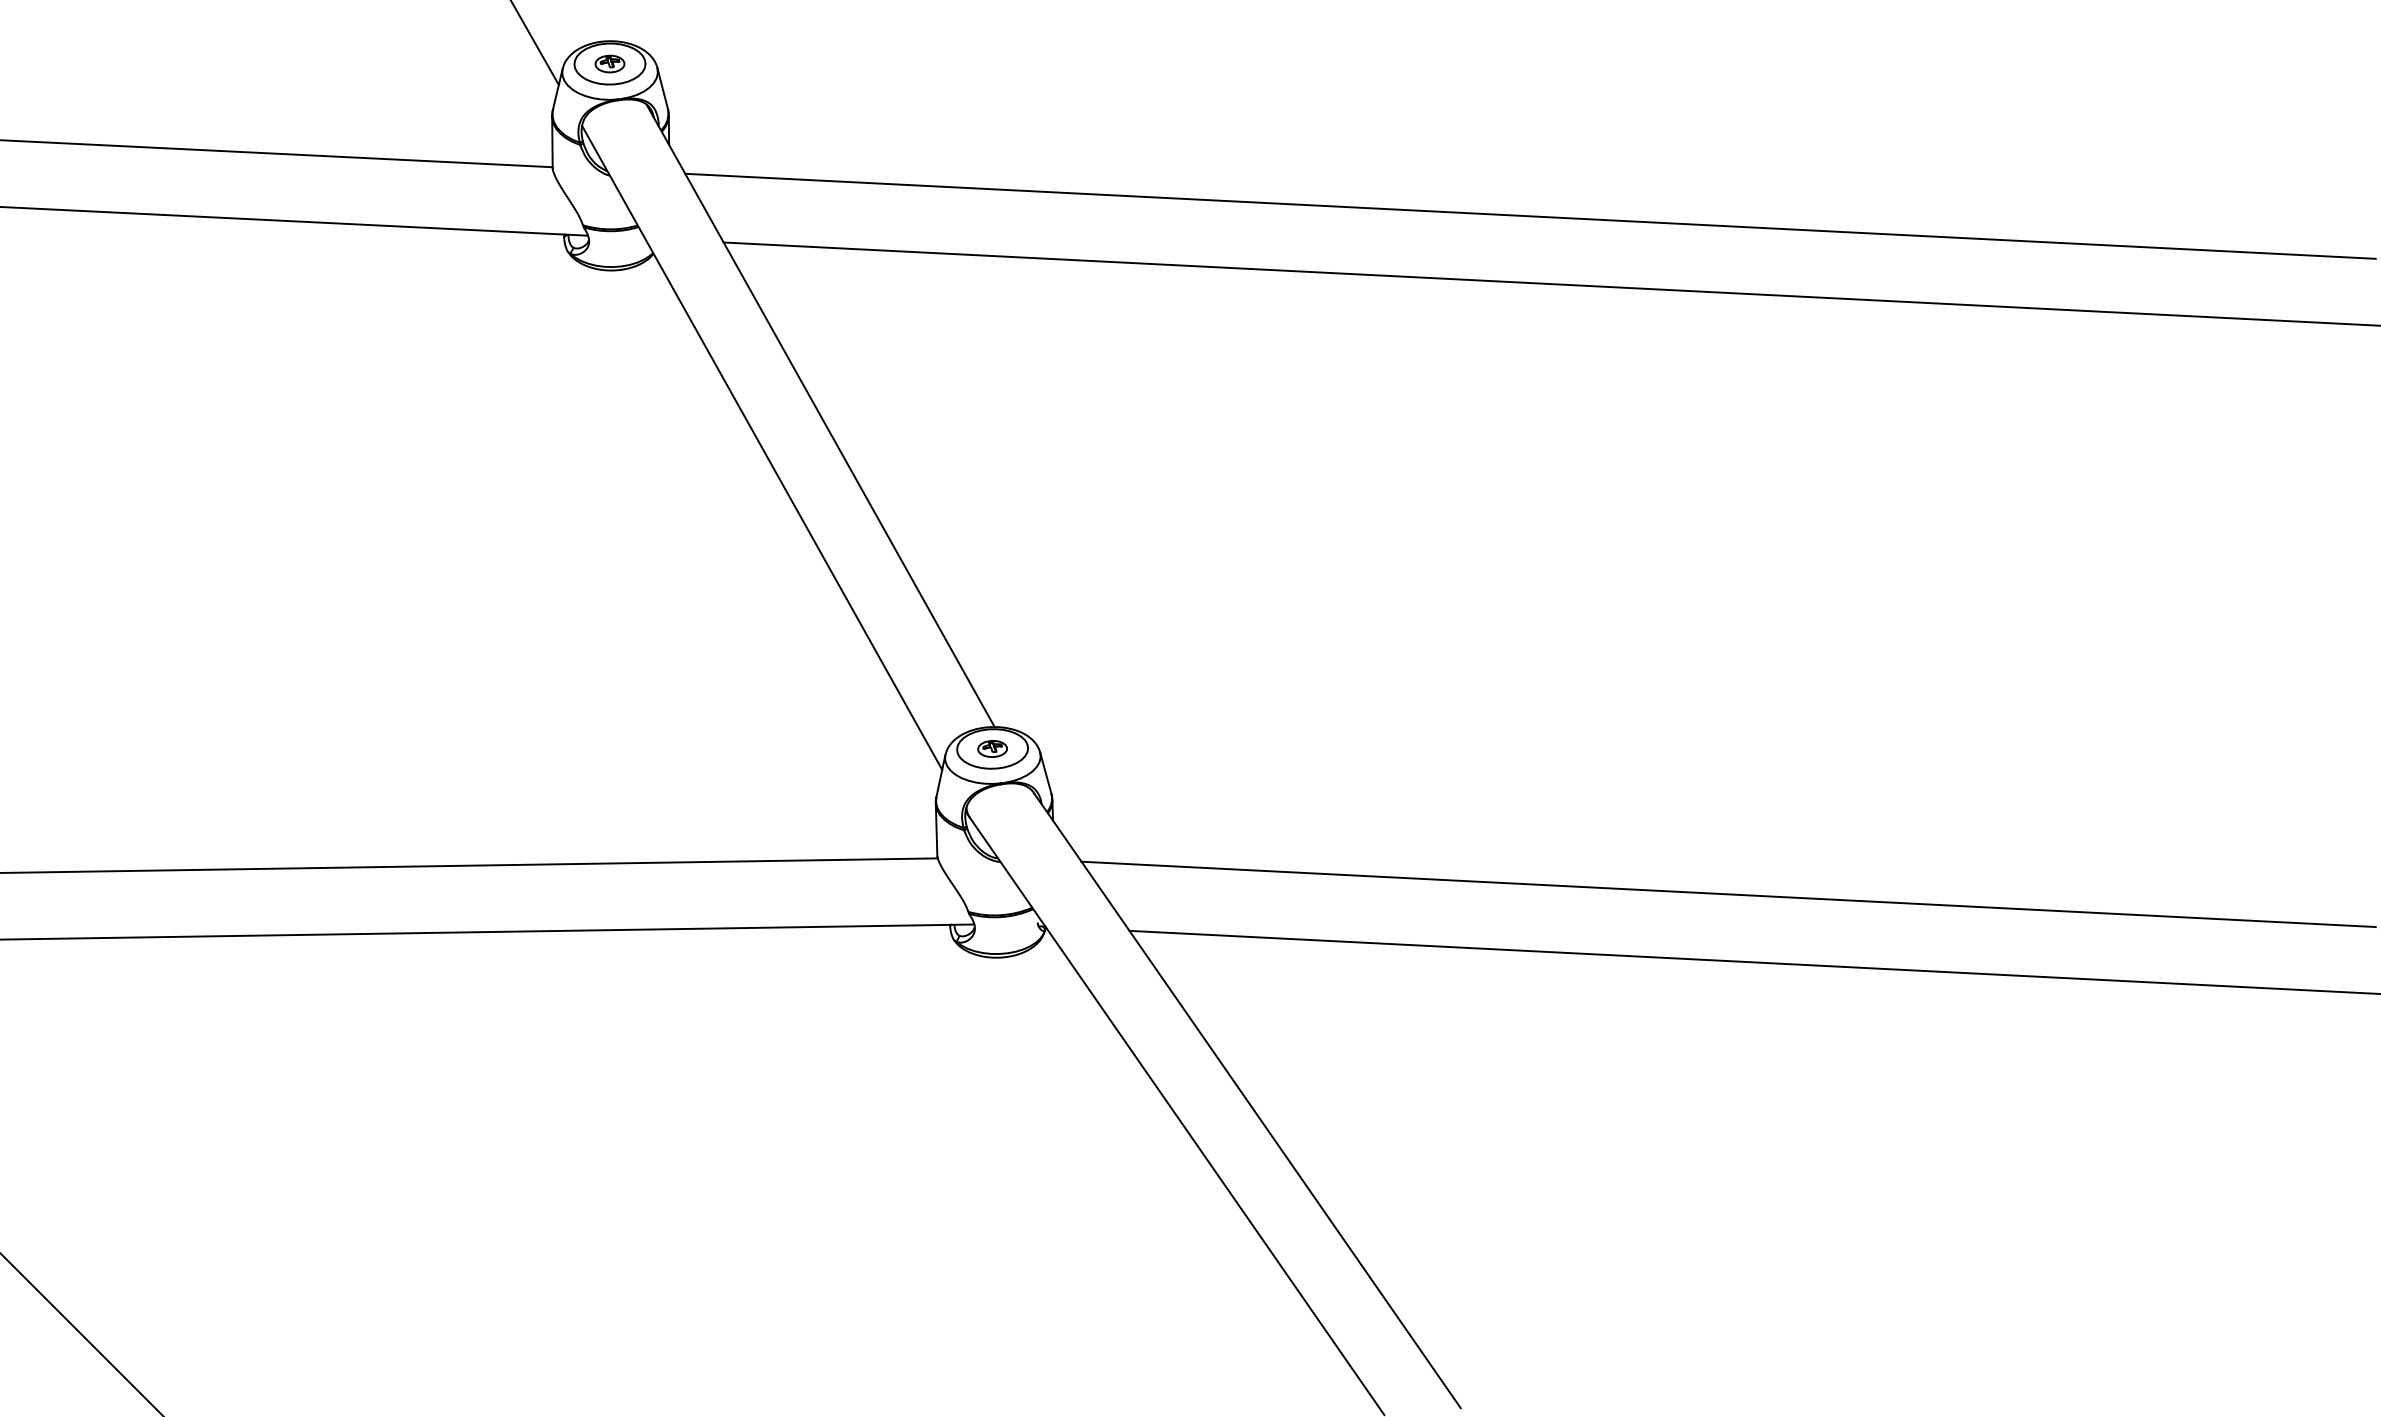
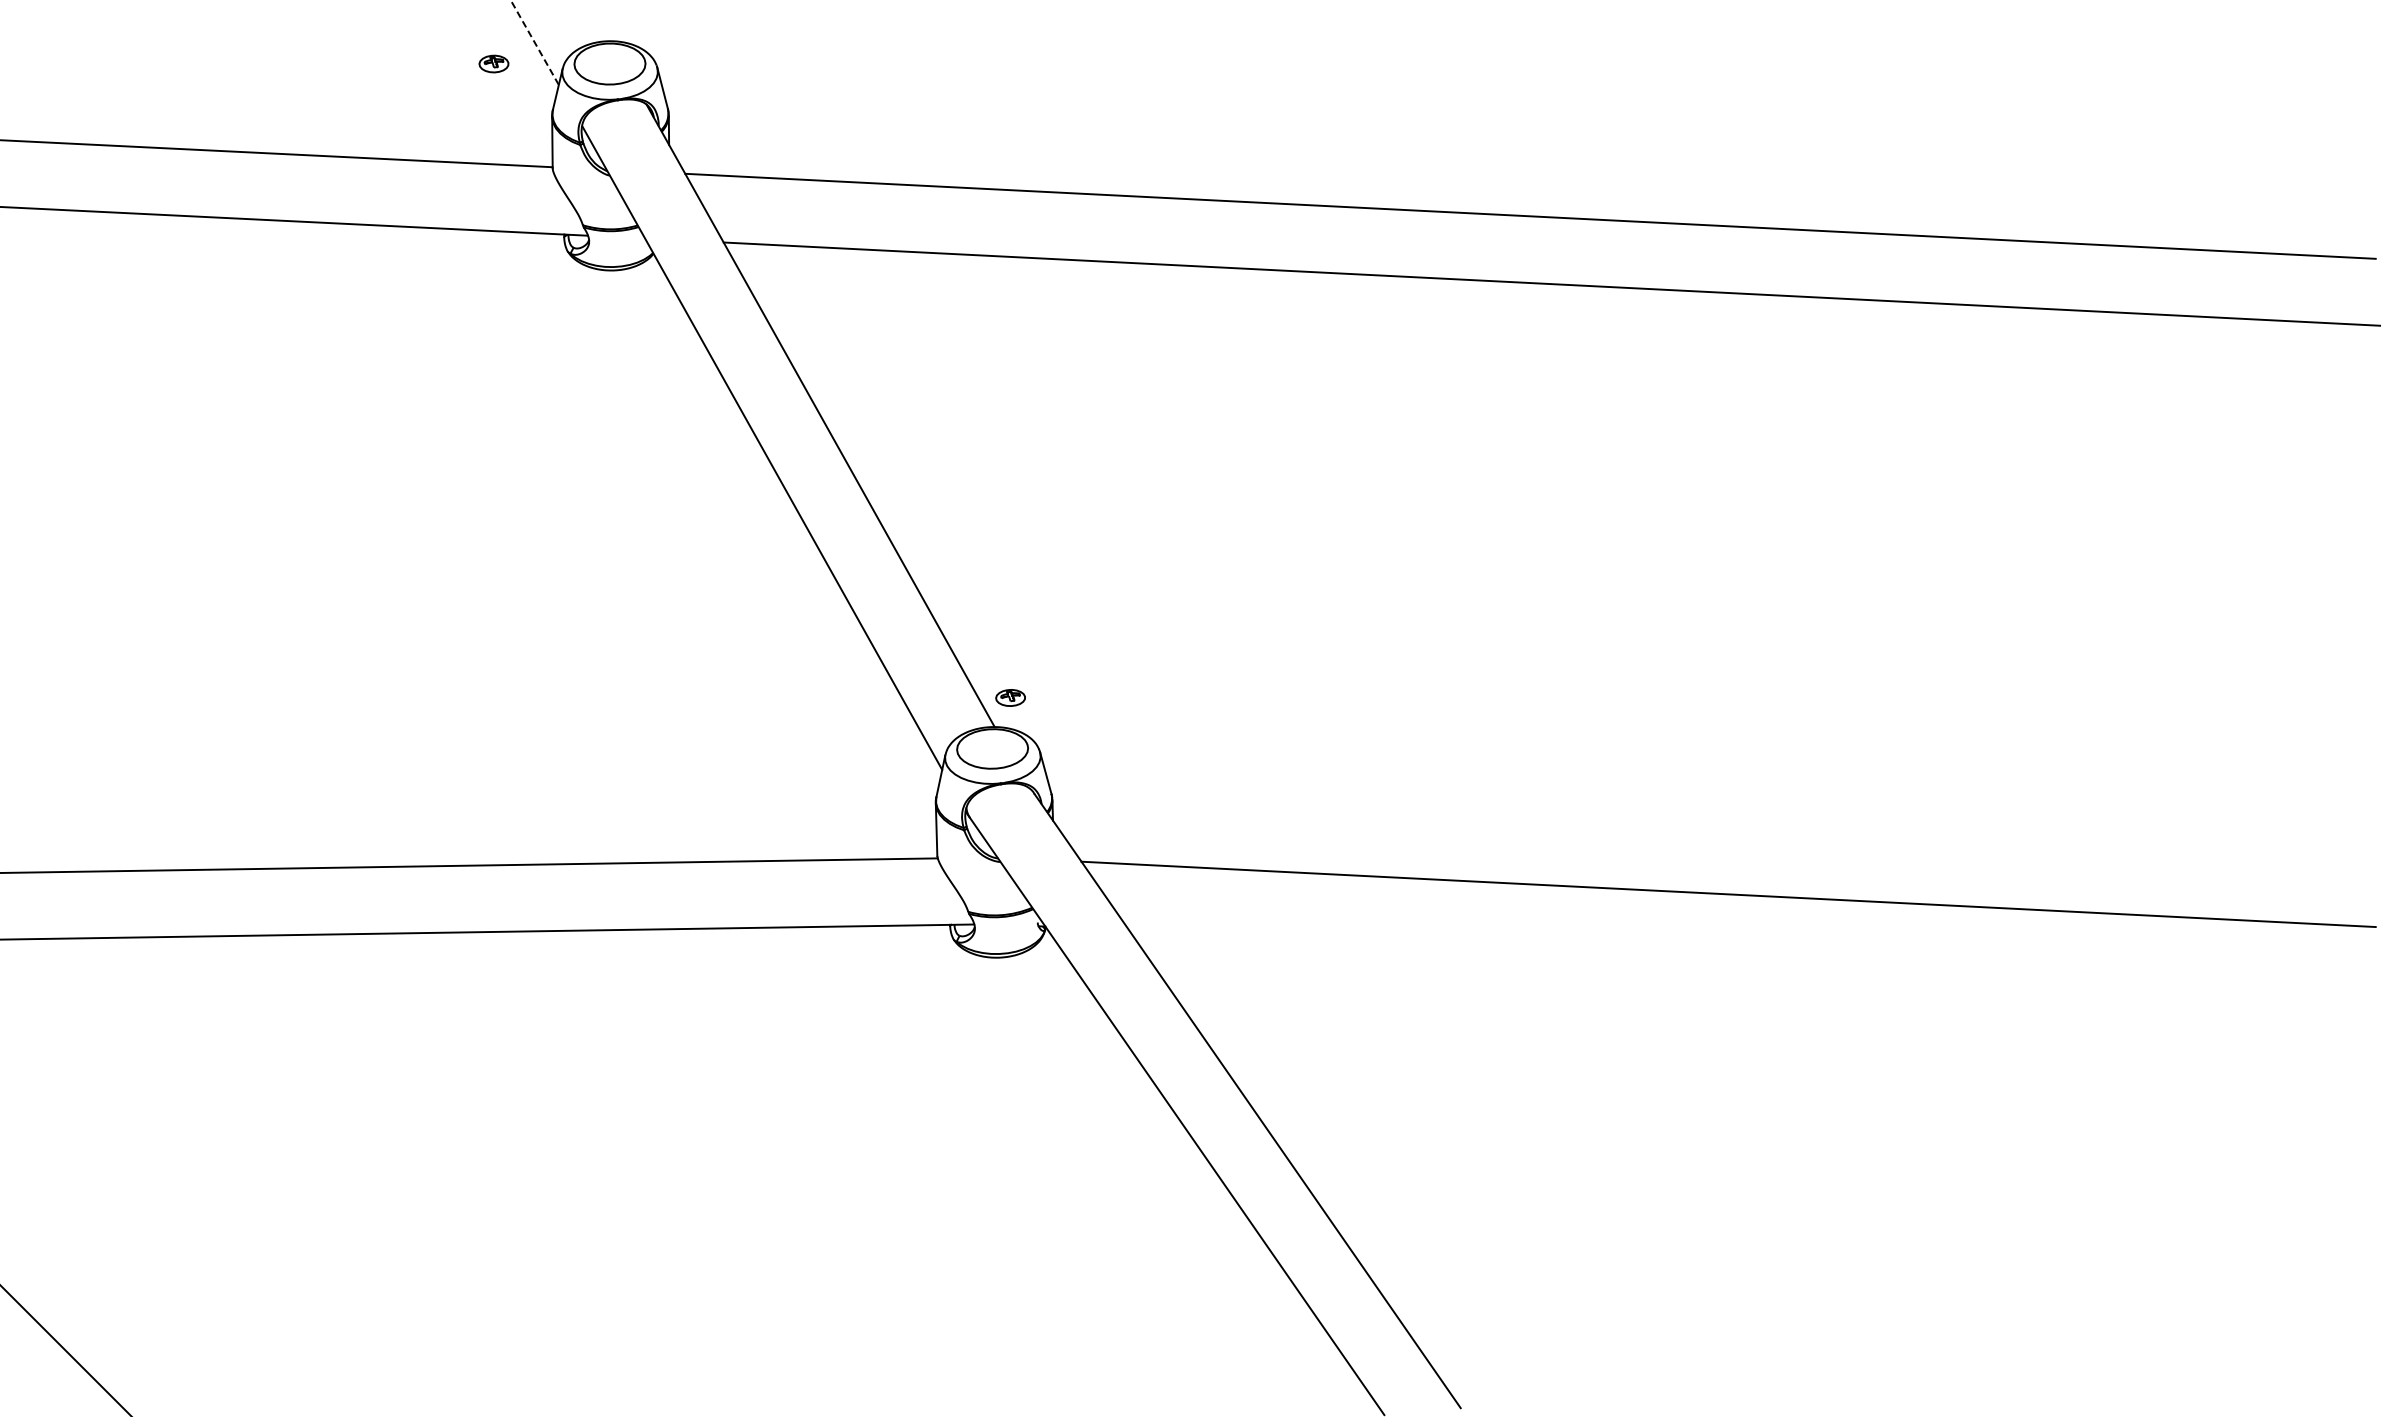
line at (535, 43): solid -> dashed
part at (609, 63) position: (609, 63) -> (493, 63)
part at (992, 748) position: (992, 748) -> (1010, 697)
line at (1753, 961): present -> none
line at (81, 1334) position: (81, 1334) -> (65, 1350)
